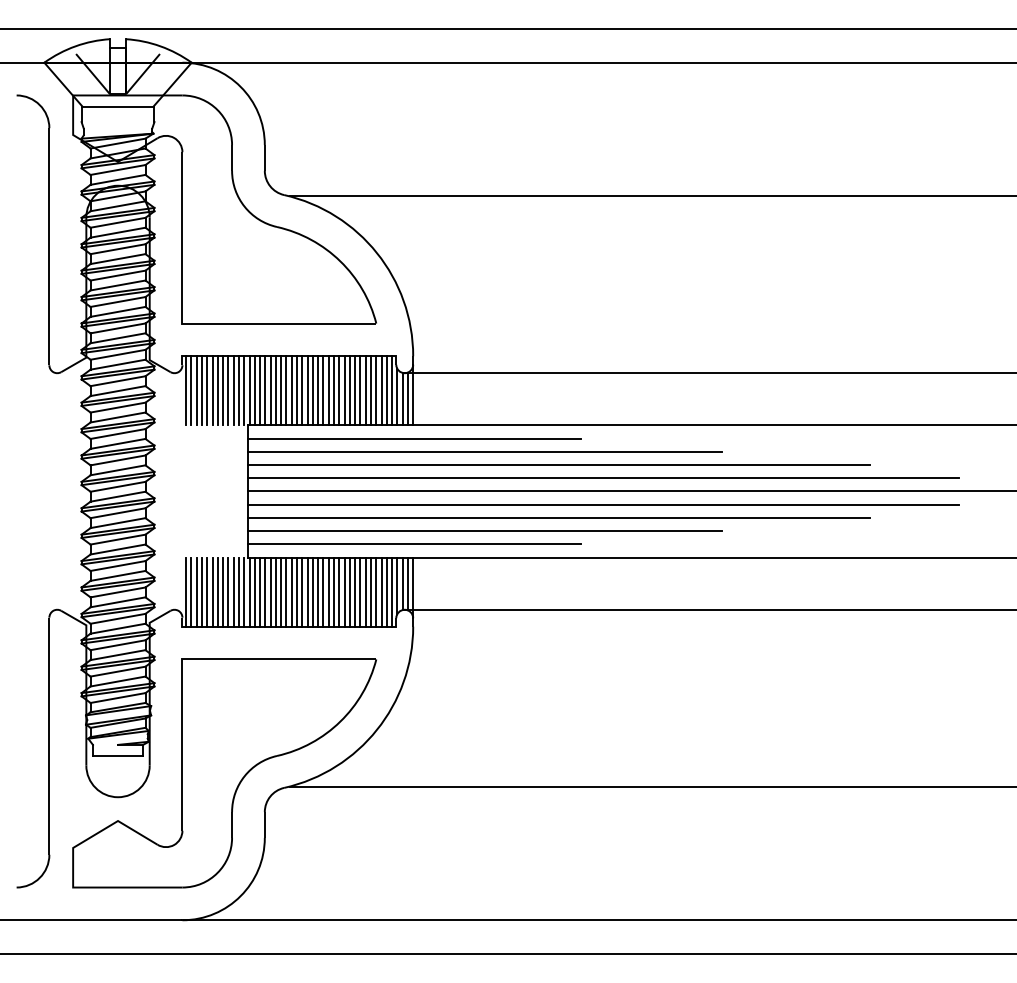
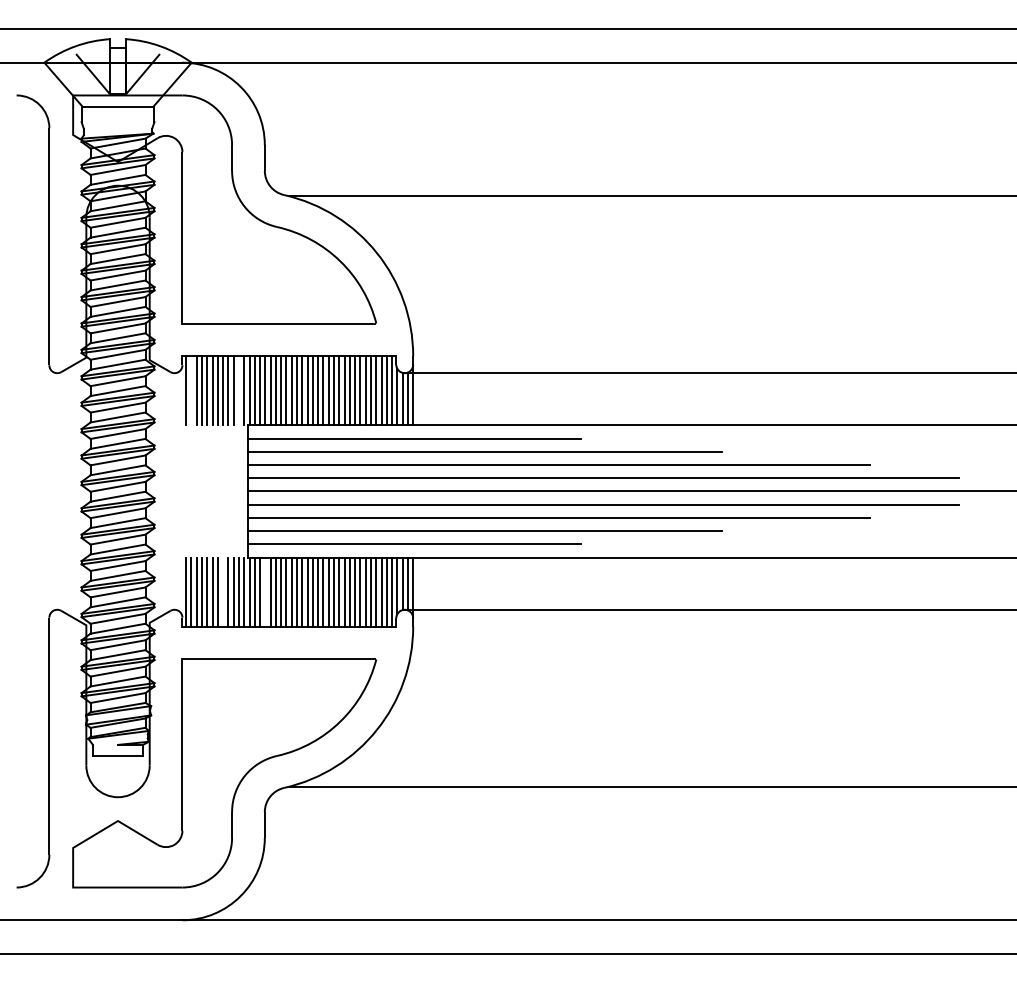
line at (191, 390): present -> none
line at (238, 390): present -> none
line at (223, 591): present -> none
line at (265, 591): present -> none
